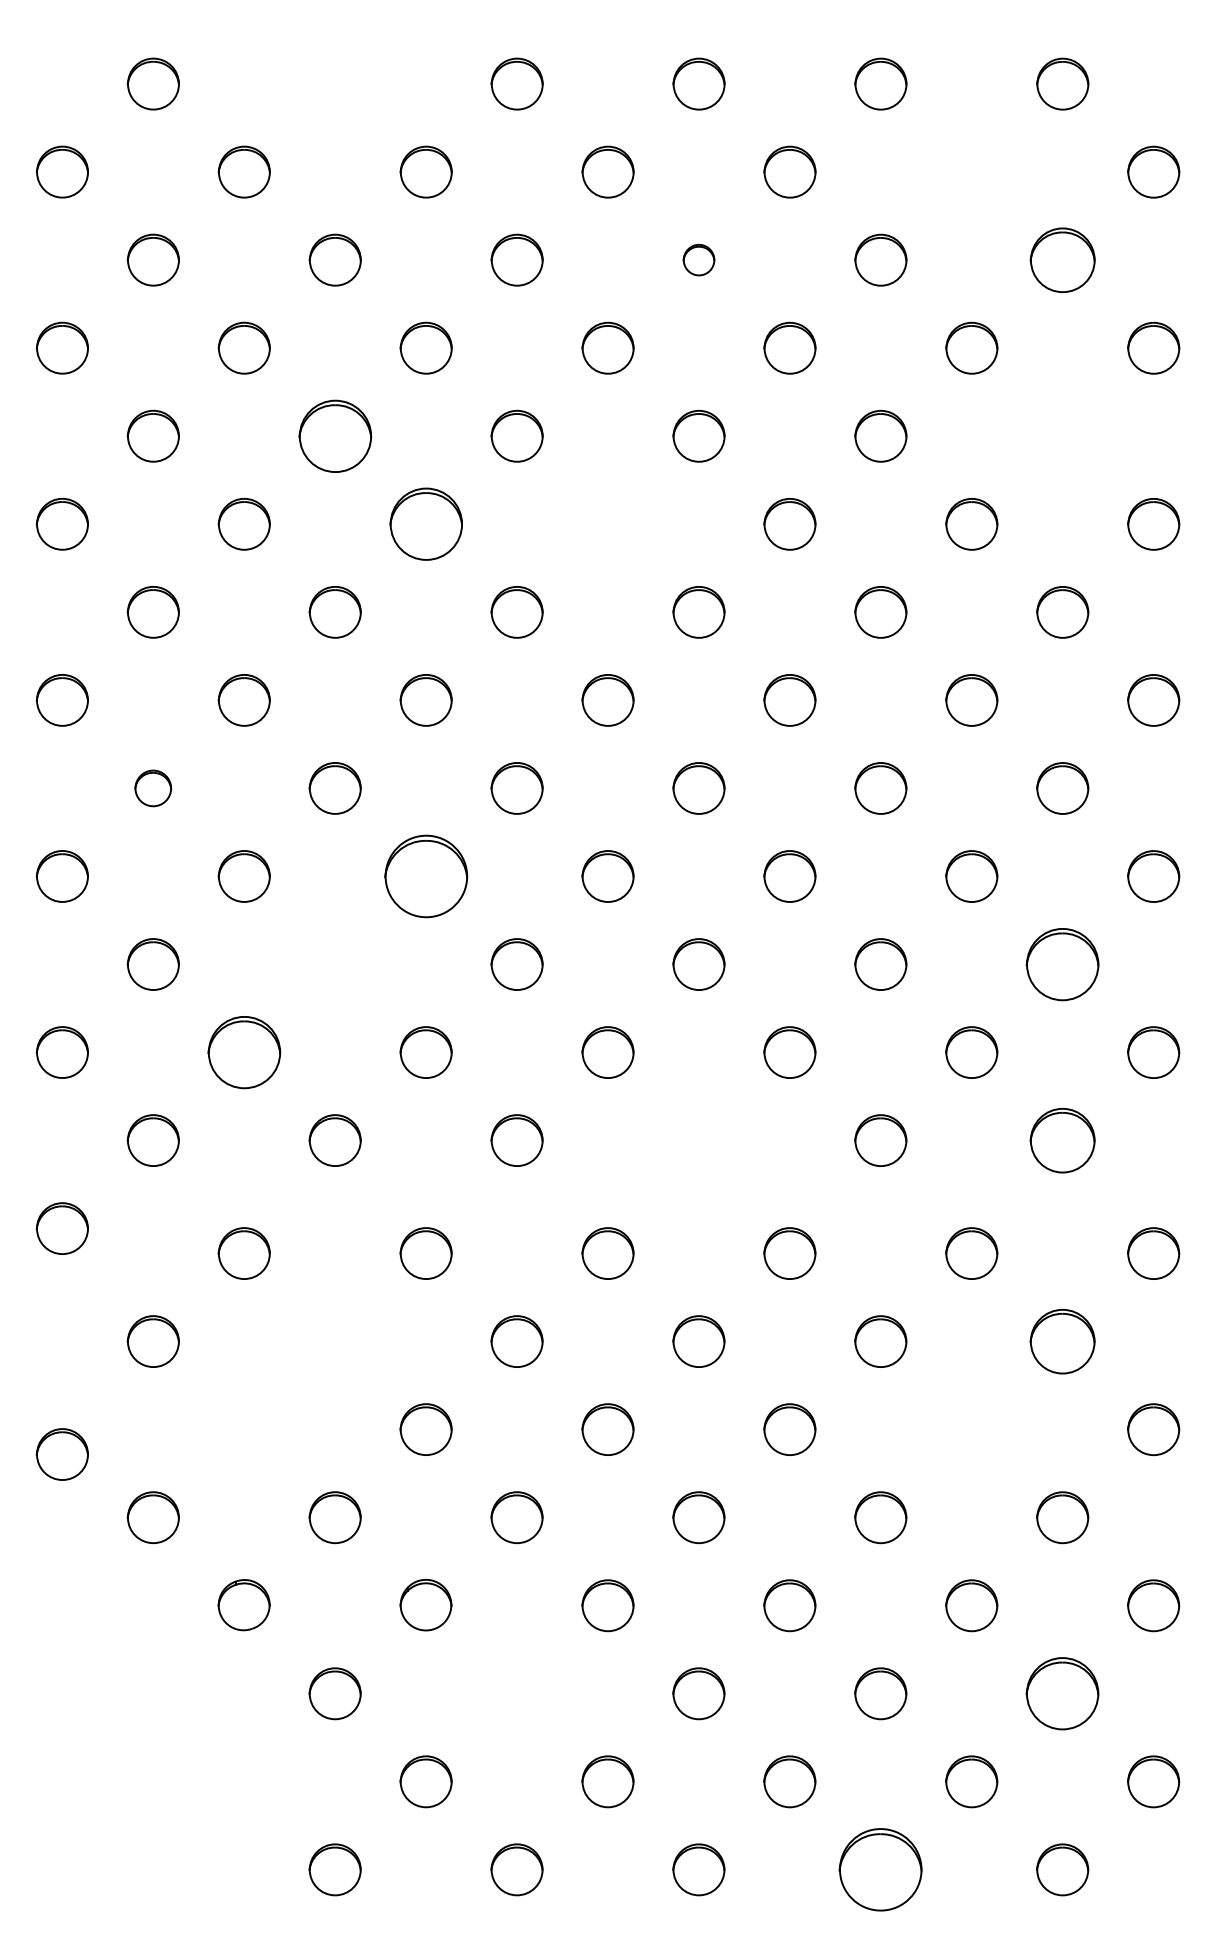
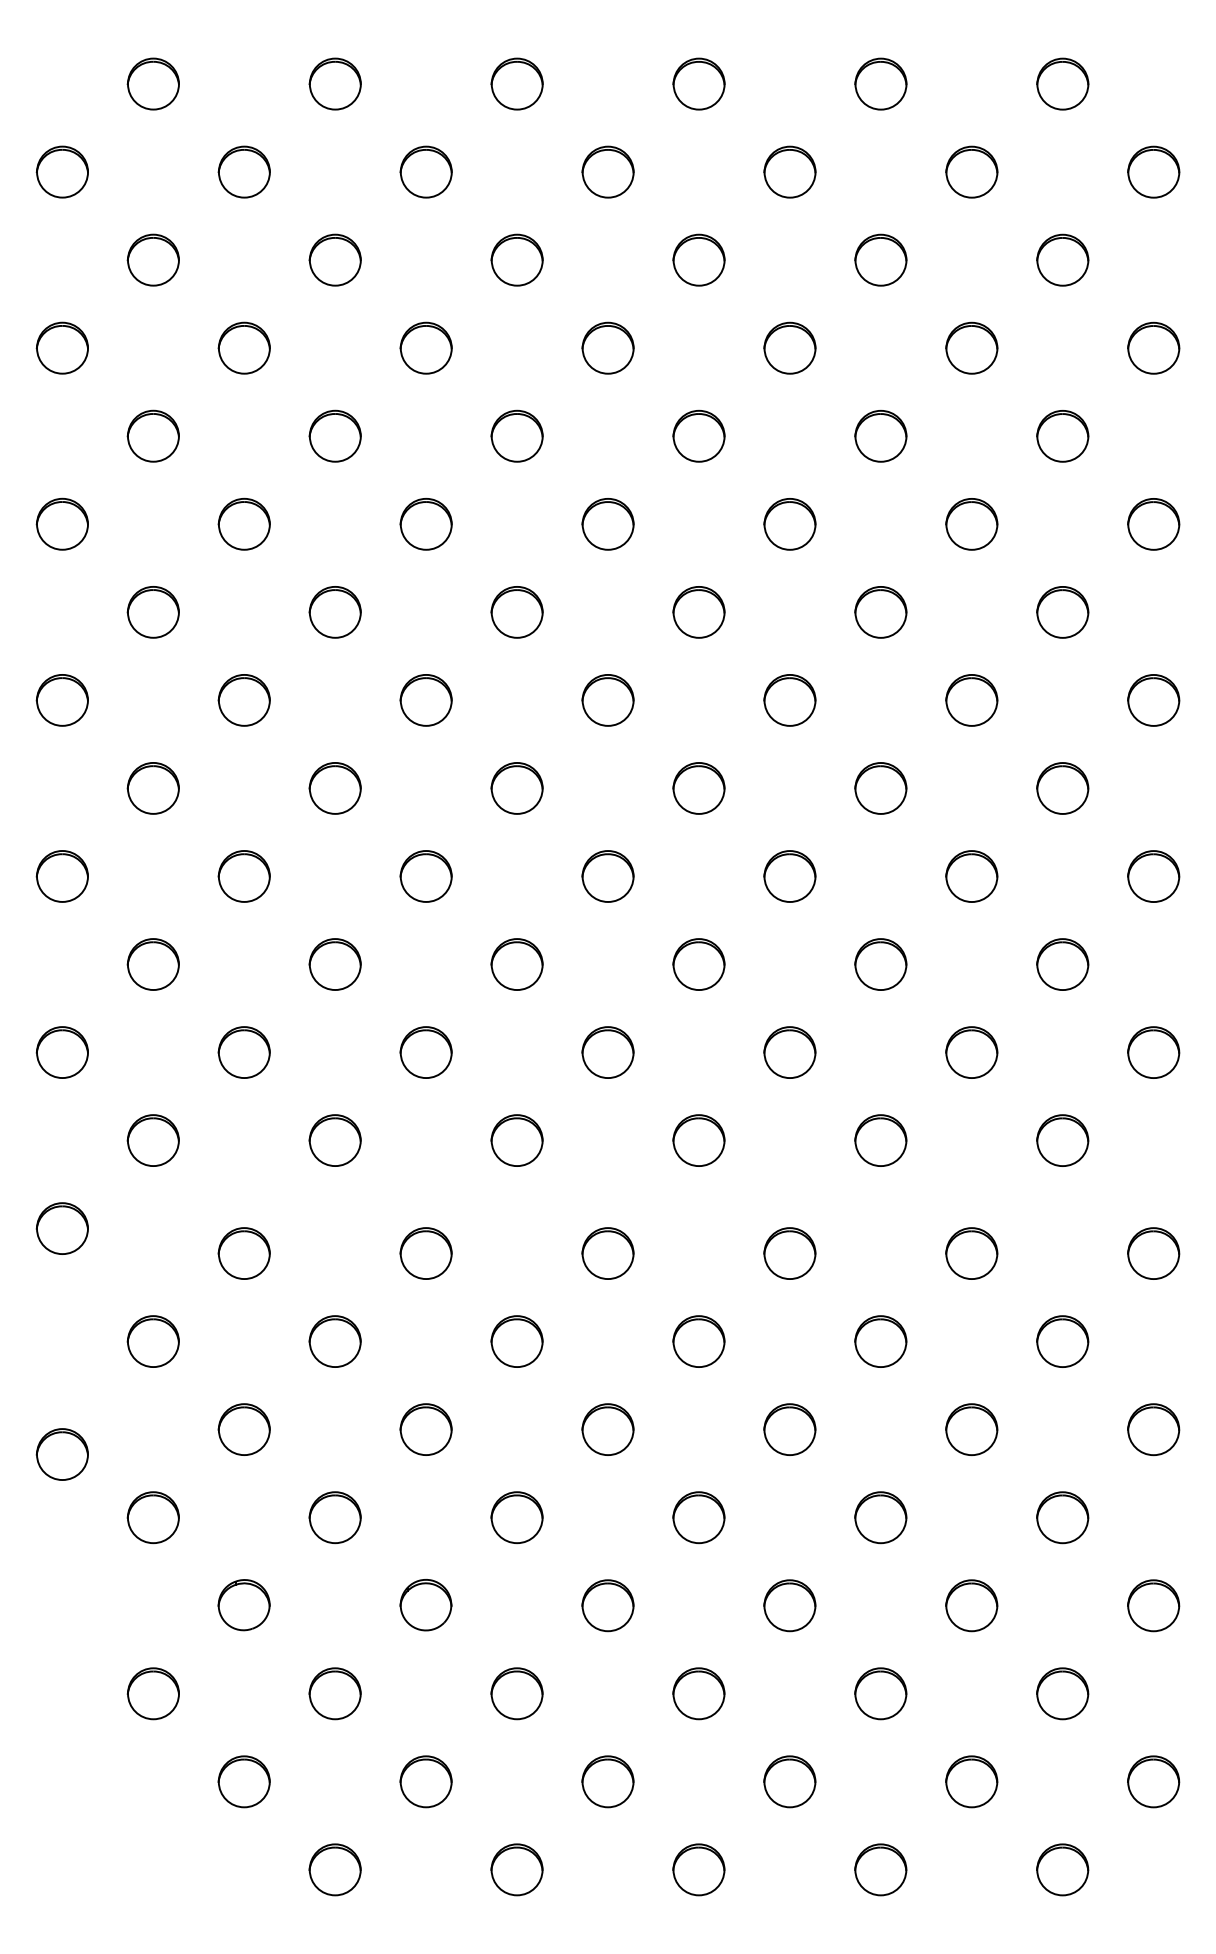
part at (334, 83): none -> present
part at (971, 171): none -> present
part at (1062, 259) size: 67x66 px -> 54x54 px
part at (698, 260) size: 34x33 px -> 54x54 px
part at (335, 435) size: 75x74 px -> 54x54 px
part at (1062, 436): none -> present
part at (425, 523) size: 74x74 px -> 54x53 px
part at (607, 524): none -> present
part at (153, 788) size: 39x39 px -> 54x53 px
part at (426, 876) size: 85x85 px -> 54x53 px
part at (334, 964): none -> present
part at (1062, 964) size: 75x74 px -> 54x53 px
part at (244, 1052) size: 75x74 px -> 54x53 px
part at (698, 1140): none -> present
part at (1062, 1140) size: 67x66 px -> 54x53 px
part at (334, 1341): none -> present
part at (1062, 1341) size: 67x67 px -> 54x53 px
part at (243, 1429): none -> present
part at (971, 1429): none -> present
part at (152, 1693): none -> present
part at (516, 1693): none -> present
part at (1062, 1693) size: 75x74 px -> 54x54 px
part at (243, 1781): none -> present
part at (880, 1869) size: 85x84 px -> 54x54 px
